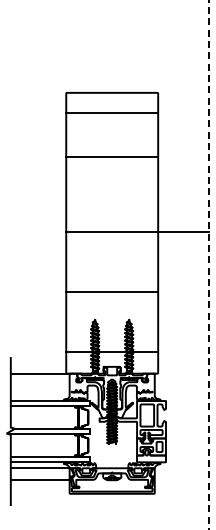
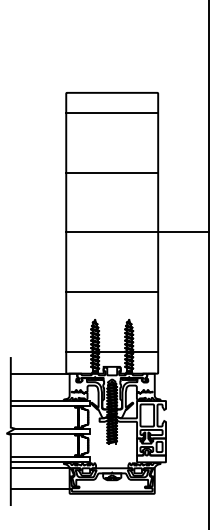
line at (112, 156) position: (112, 156) -> (112, 172)
line at (209, 265): dashed -> solid
line at (39, 479) position: (39, 479) -> (39, 488)
